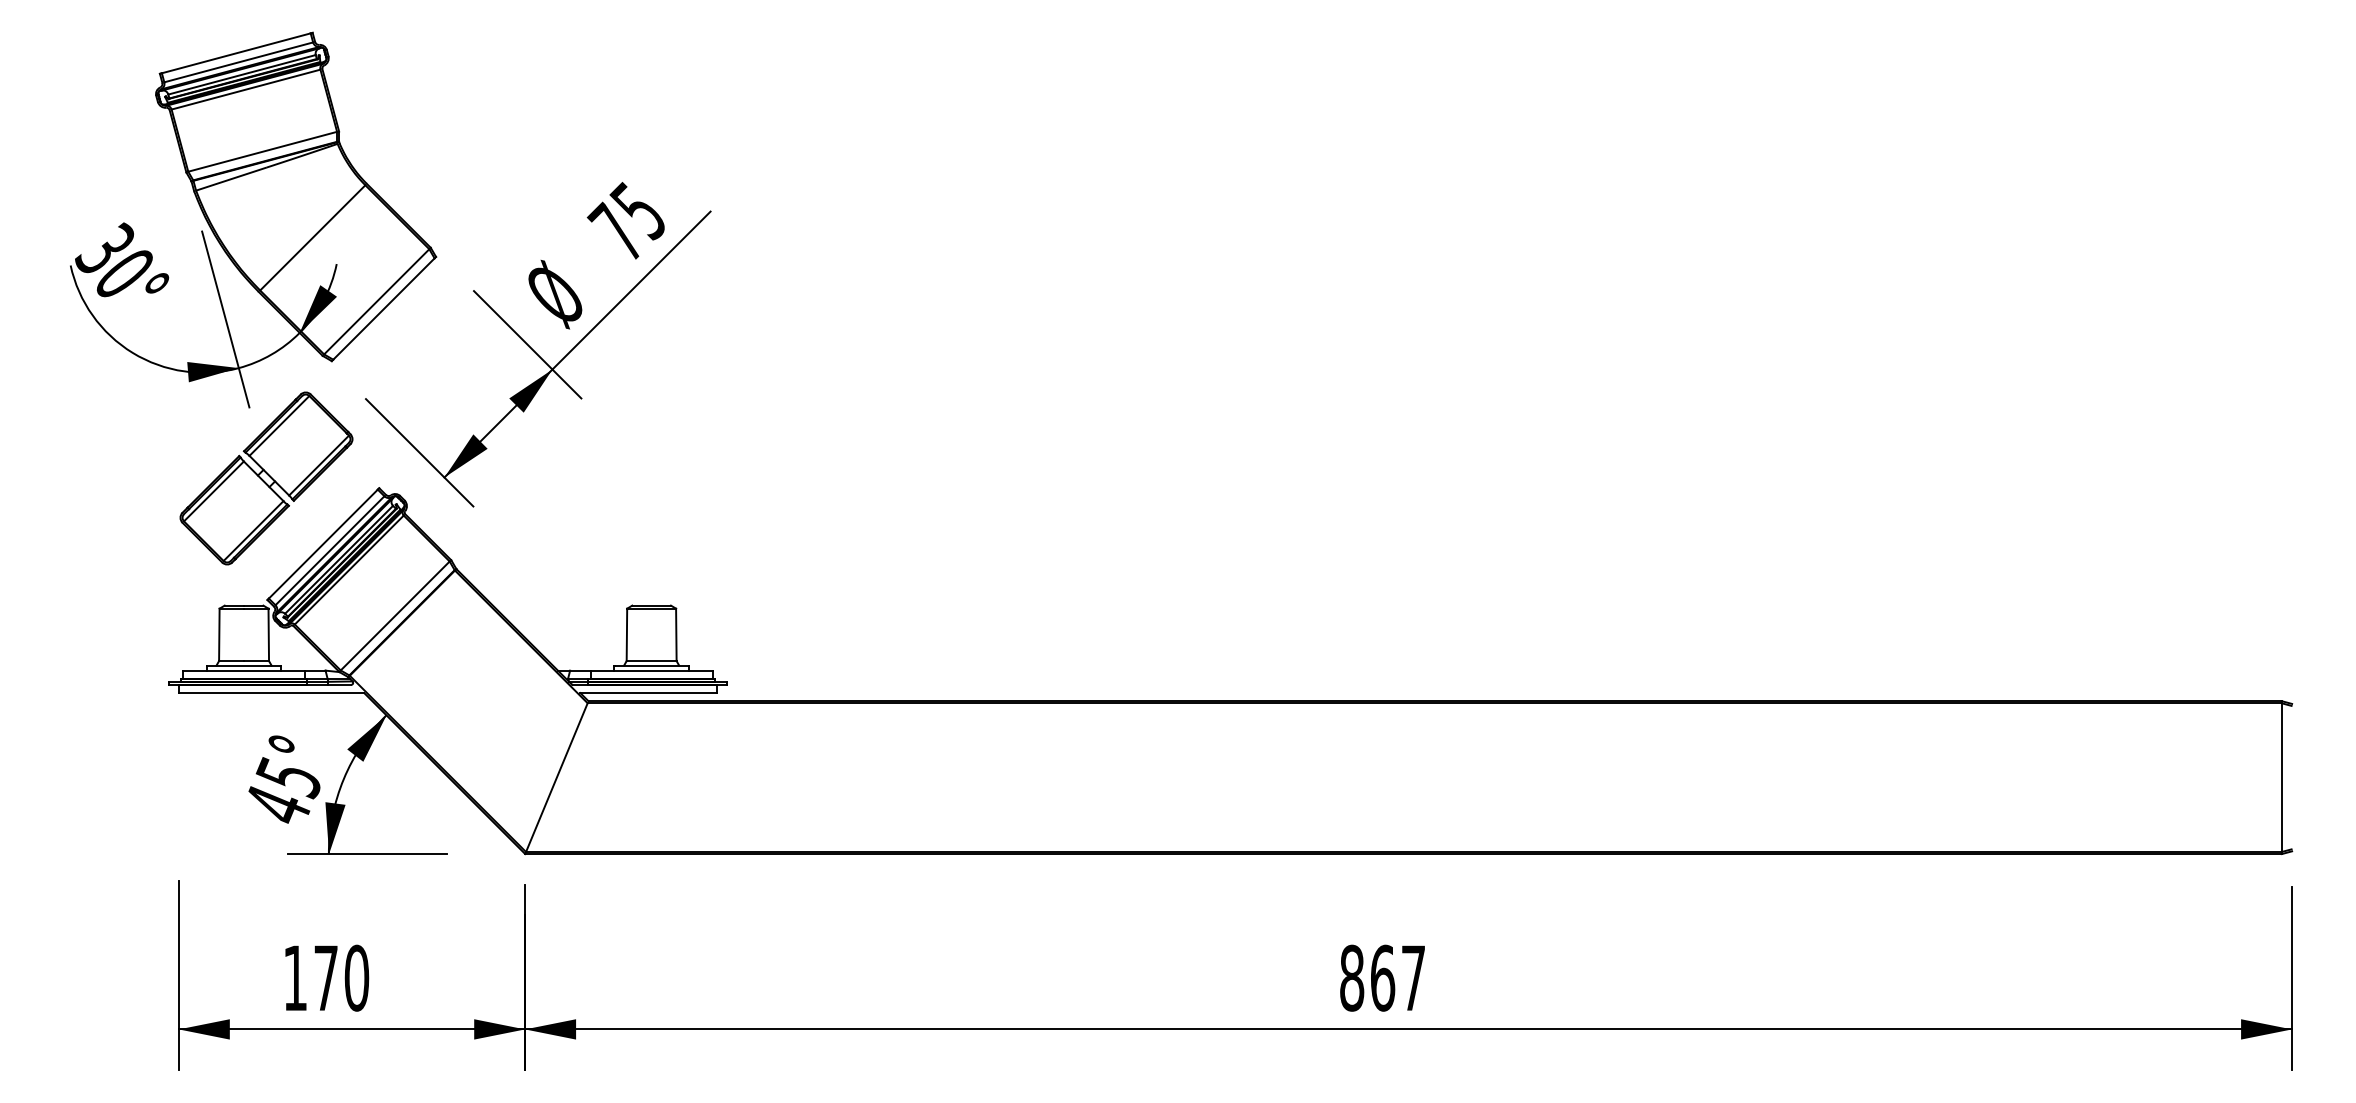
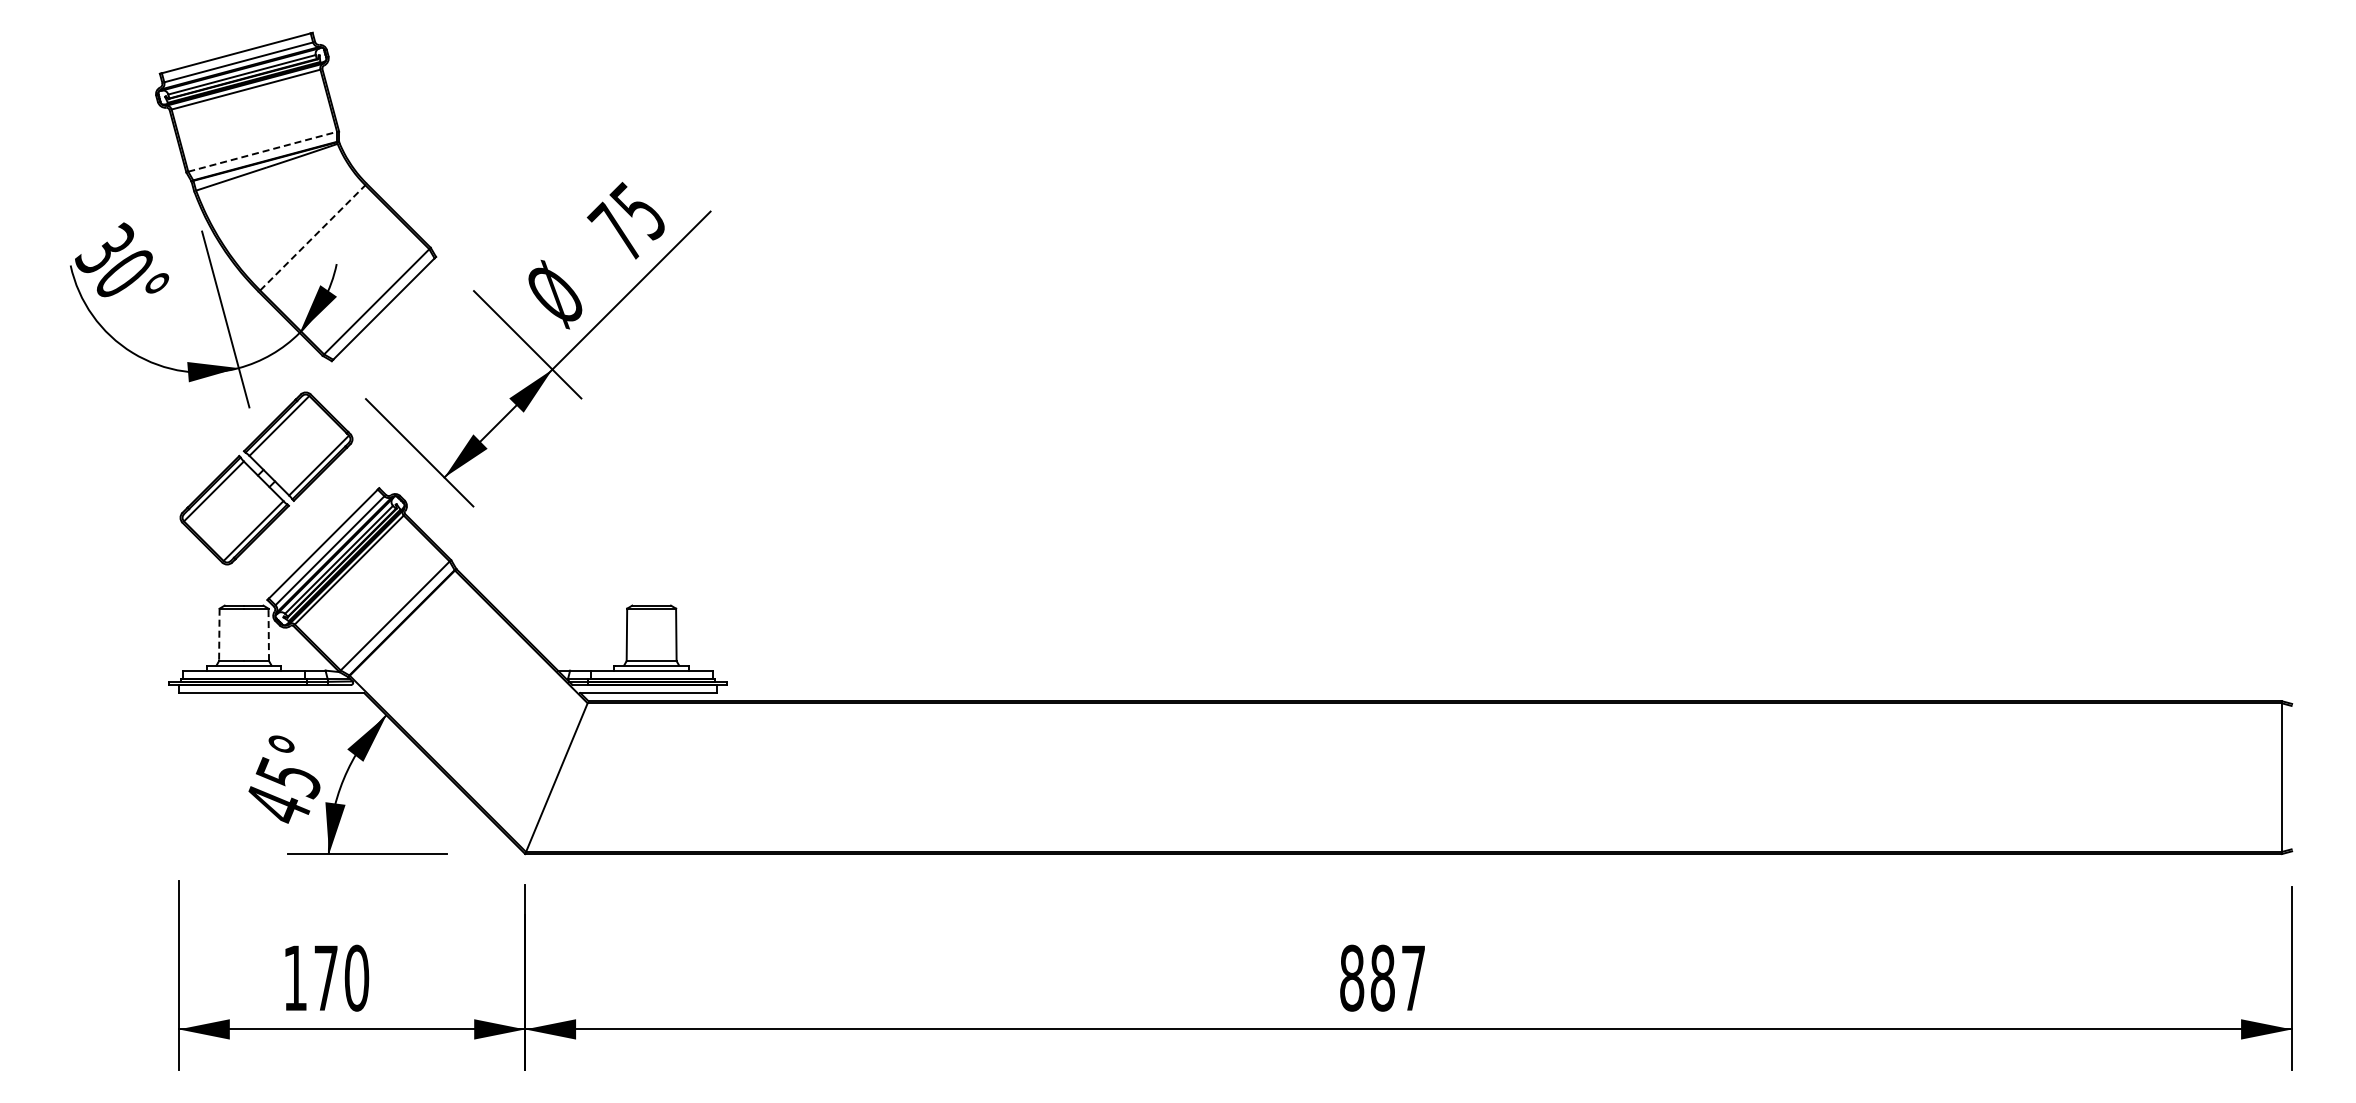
line at (263, 151): solid -> dashed
line at (313, 237): solid -> dashed
line at (268, 634): solid -> dashed
line at (219, 635): solid -> dashed
text at (1382, 977): 867 -> 887
